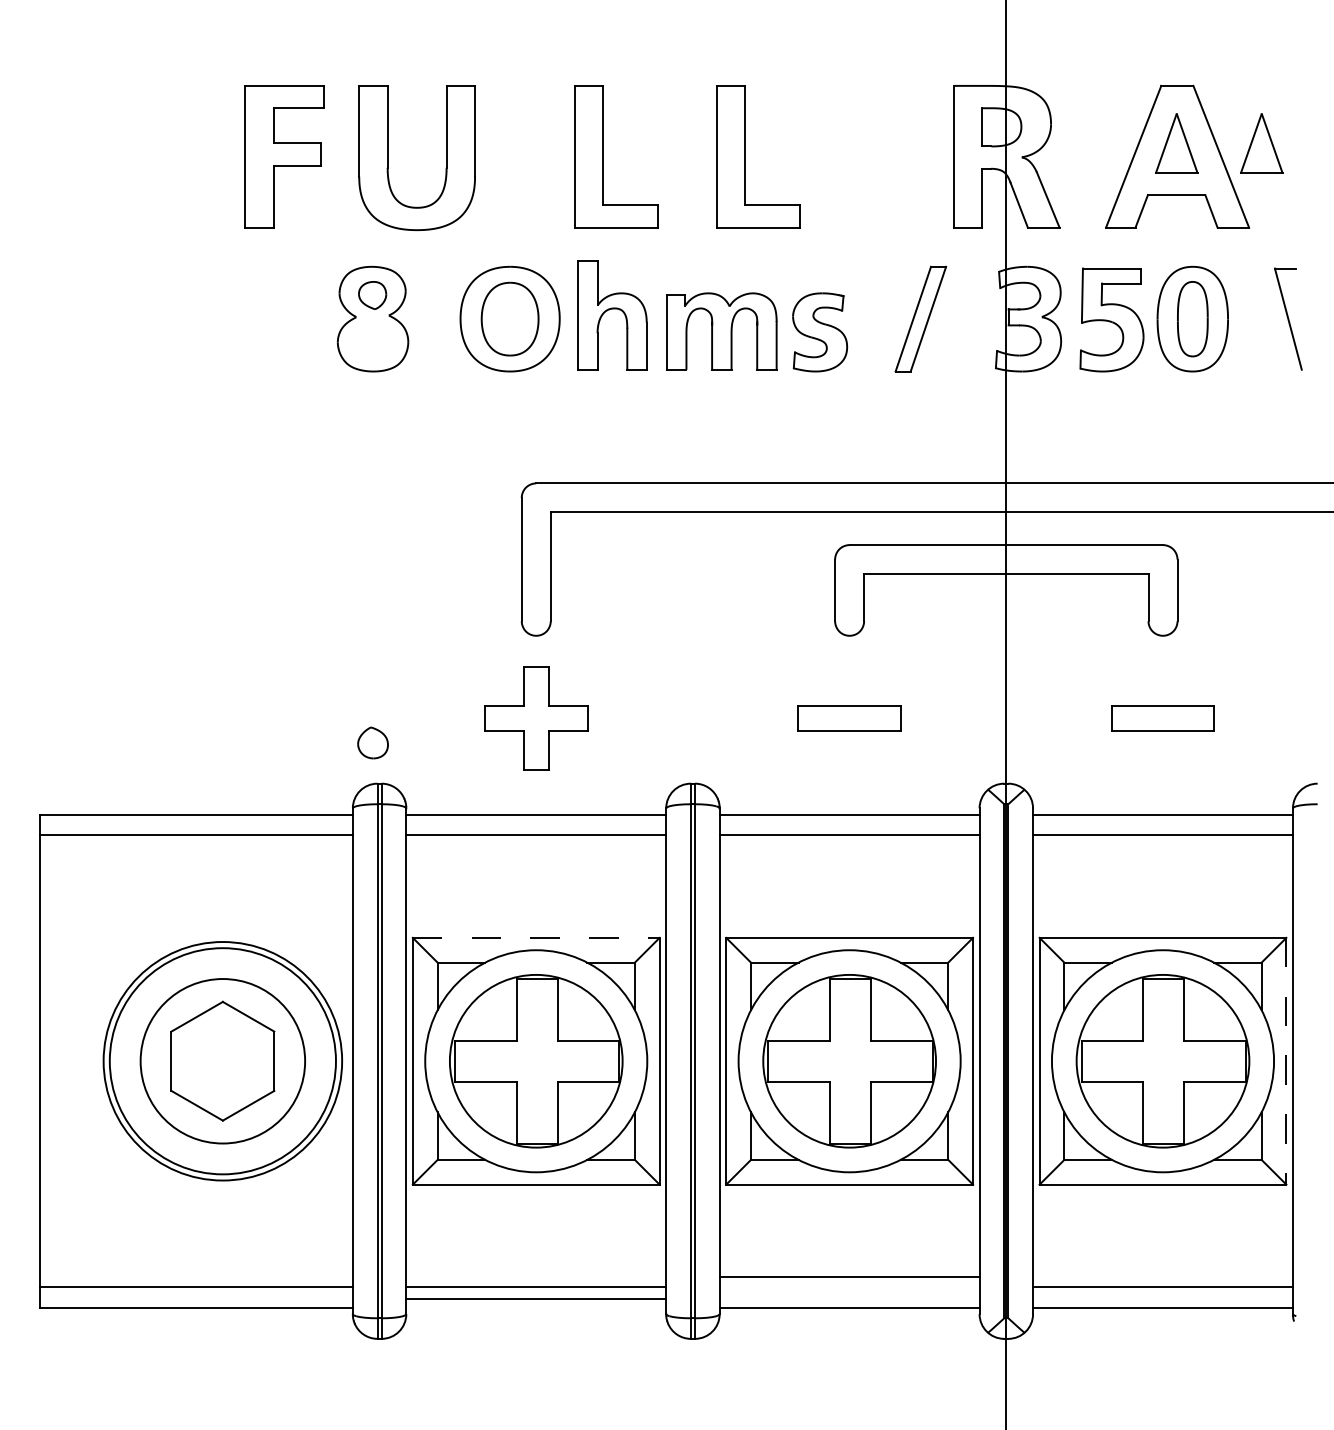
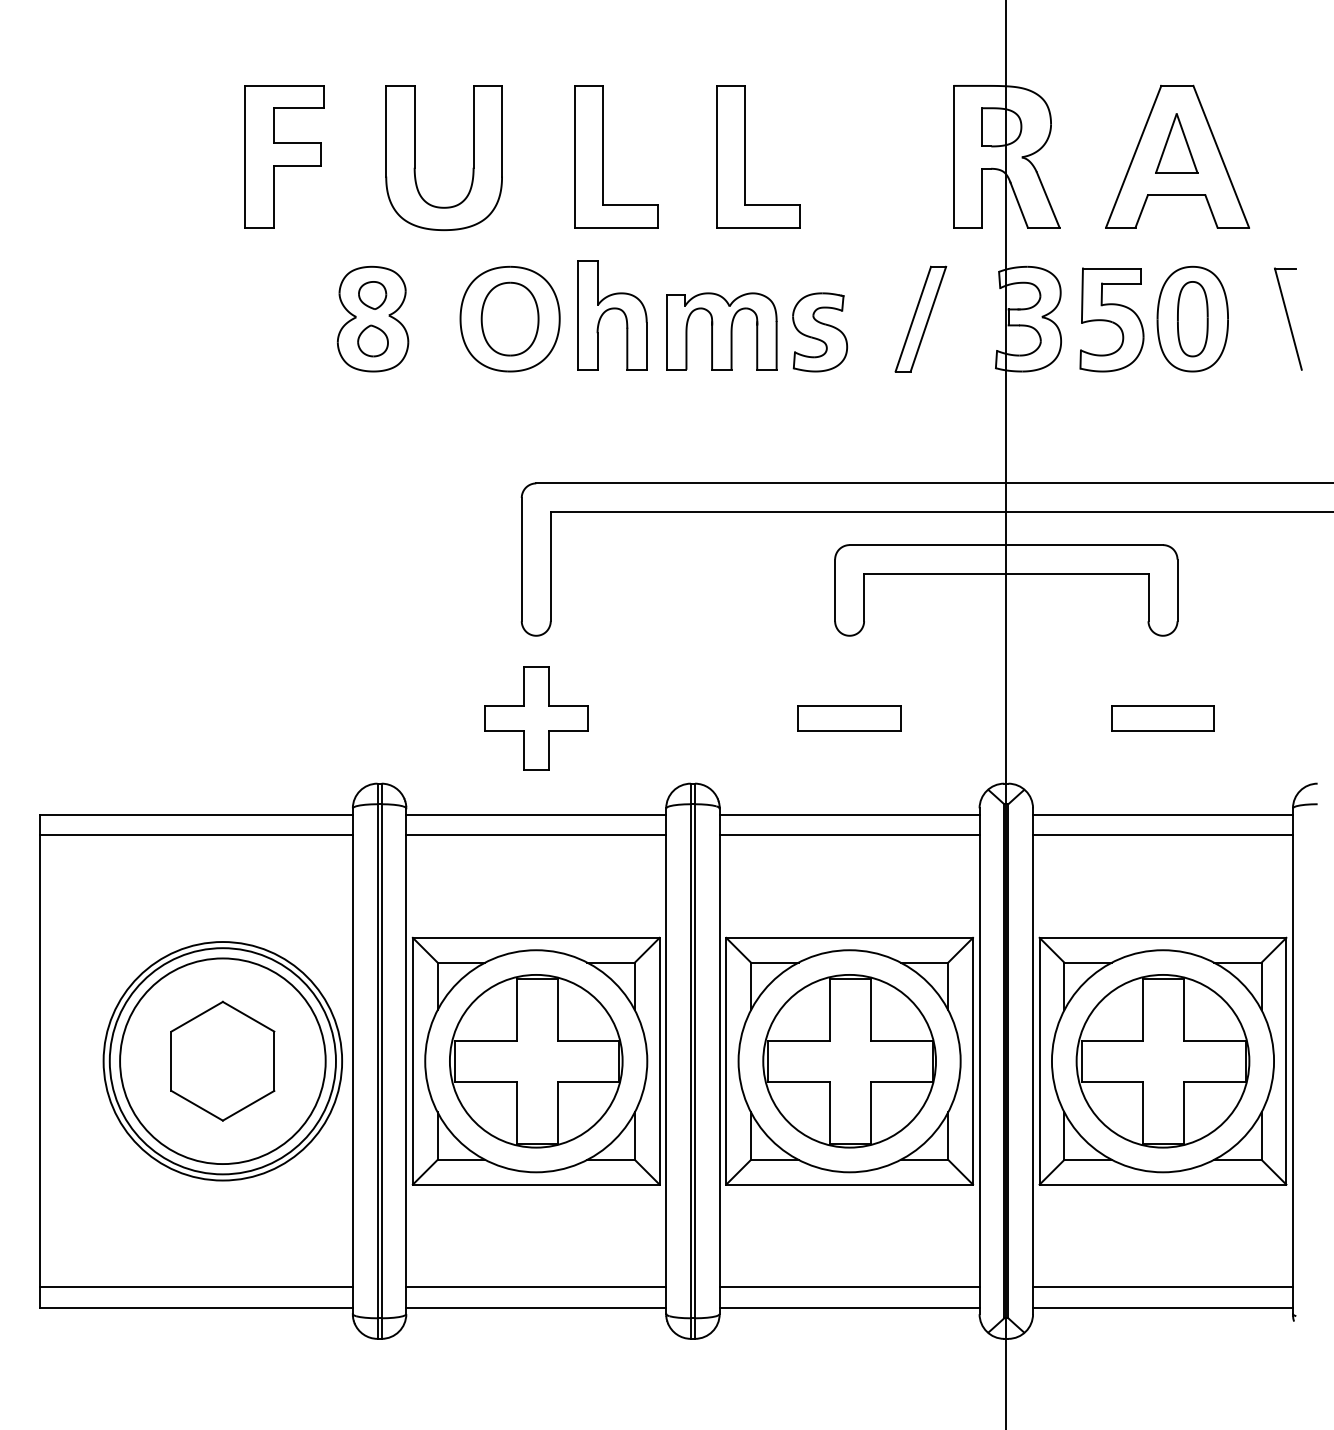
part at (1261, 143): present -> none
part at (388, 158) position: (388, 158) -> (415, 158)
part at (372, 742) position: (372, 742) -> (372, 340)
line at (536, 937): dashed -> solid
circle at (222, 1061) diameter: 164 px -> 206 px
line at (1286, 1061): dashed -> solid
line at (849, 1277) position: (849, 1277) -> (849, 1287)
line at (536, 1299) position: (536, 1299) -> (536, 1308)
